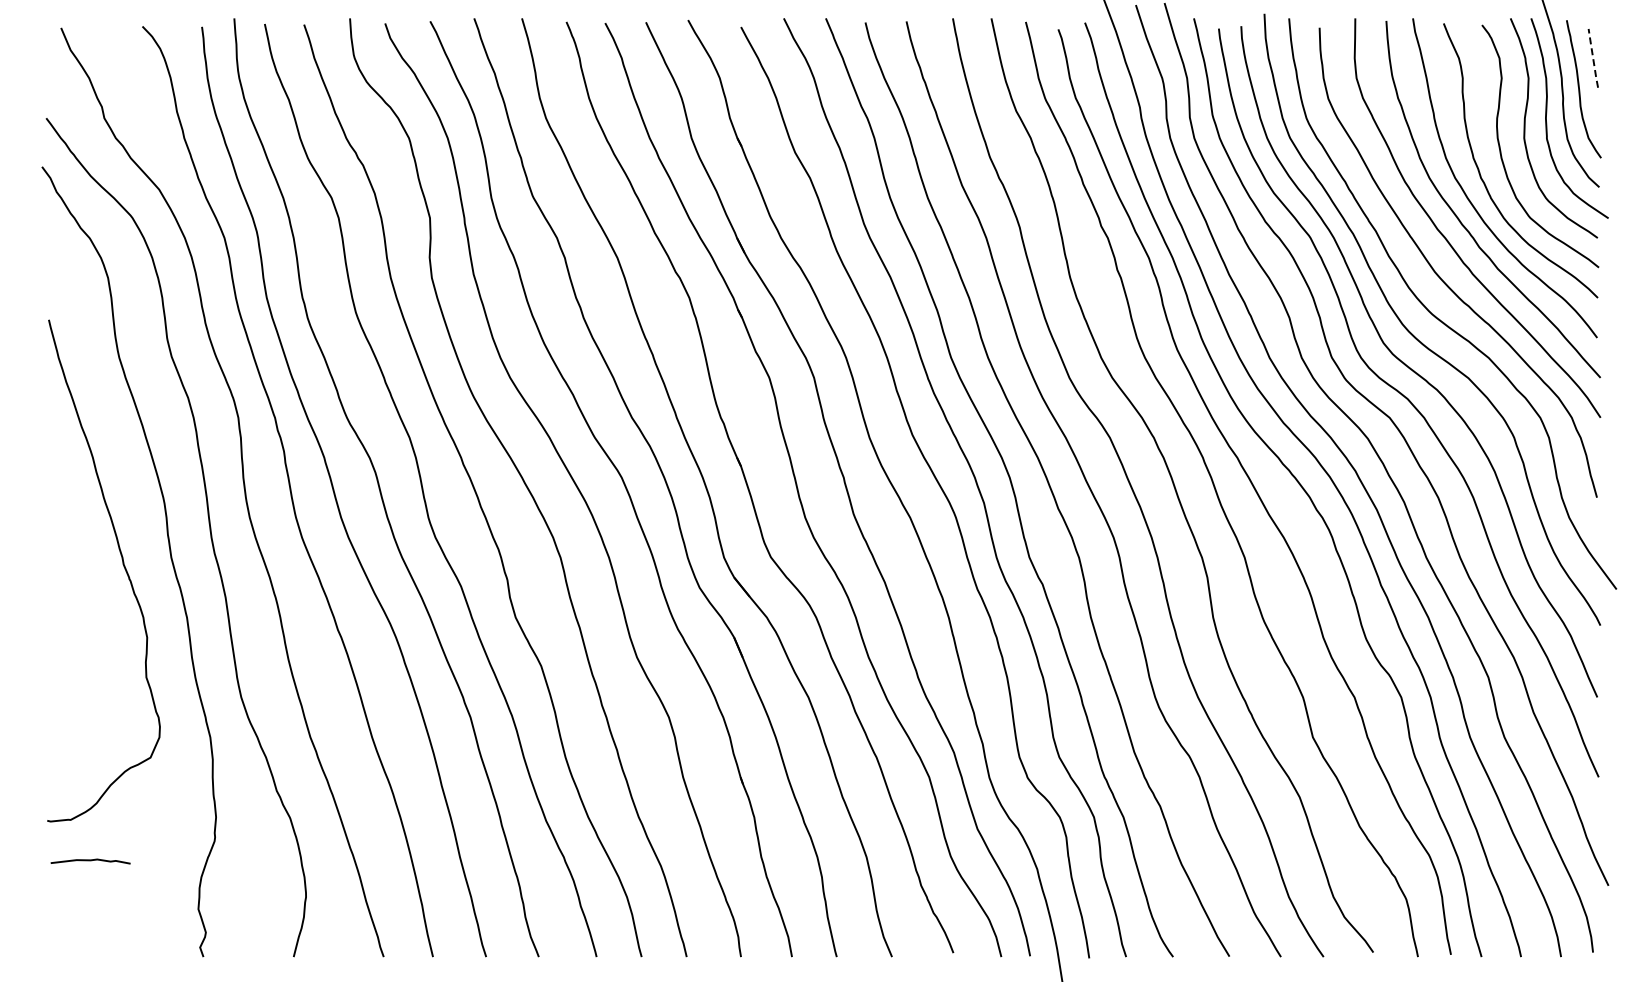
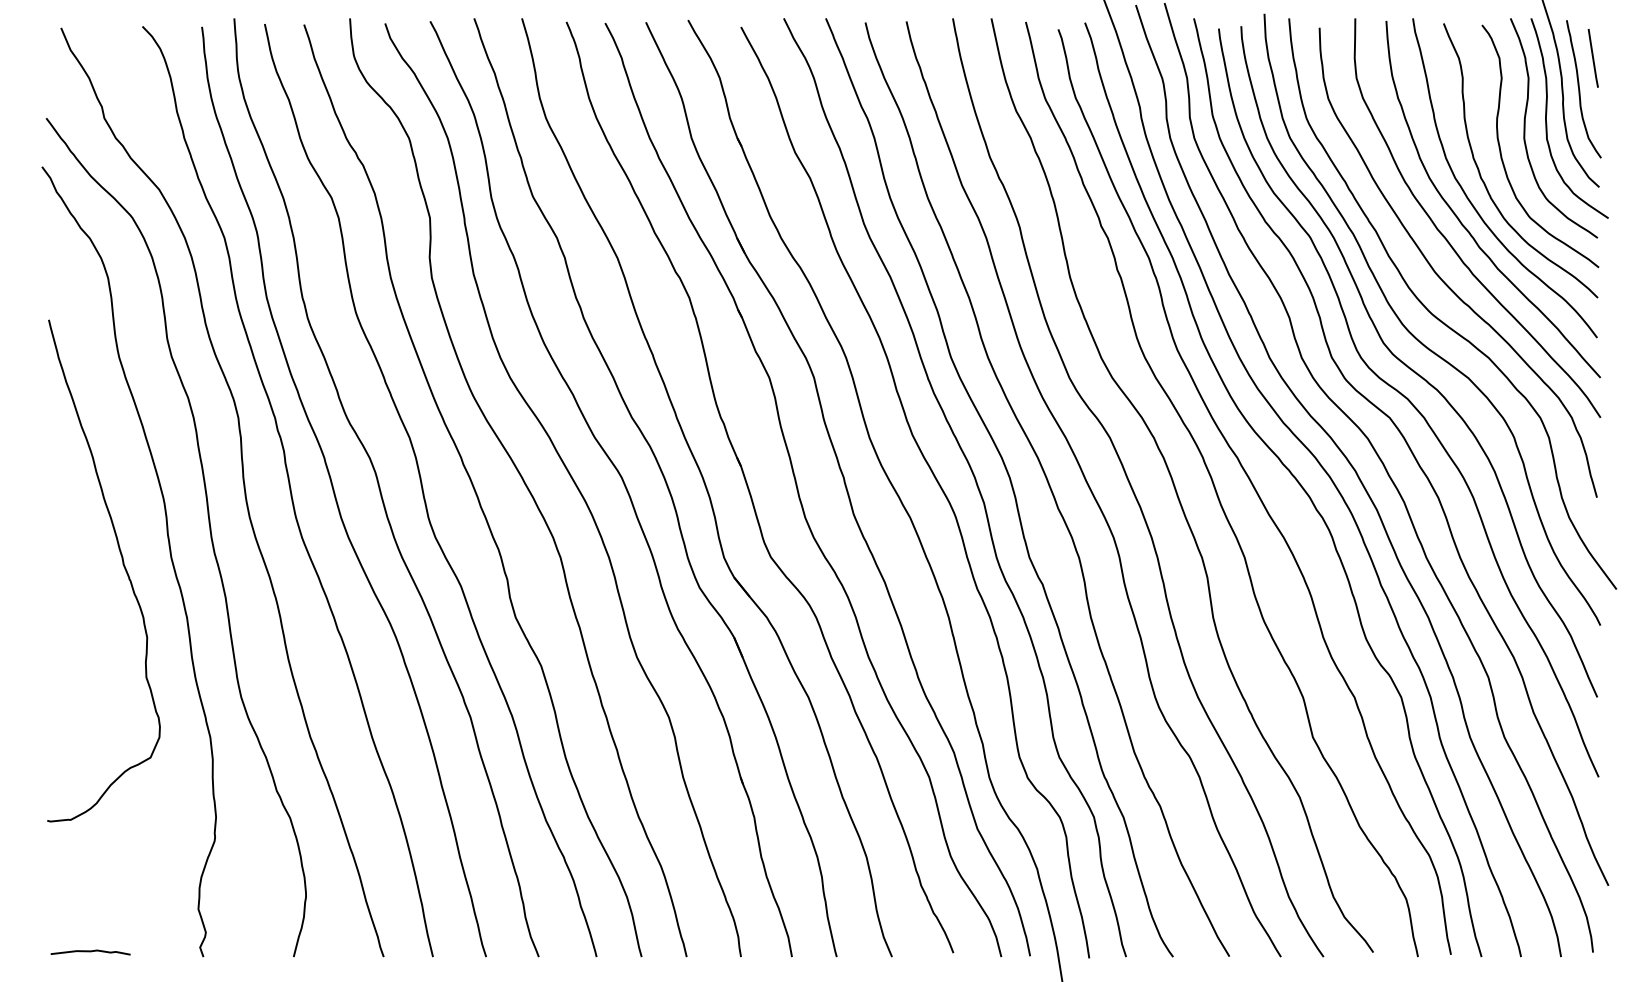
line at (1593, 57): dashed -> solid
curve at (90, 861) position: (90, 861) -> (90, 952)
